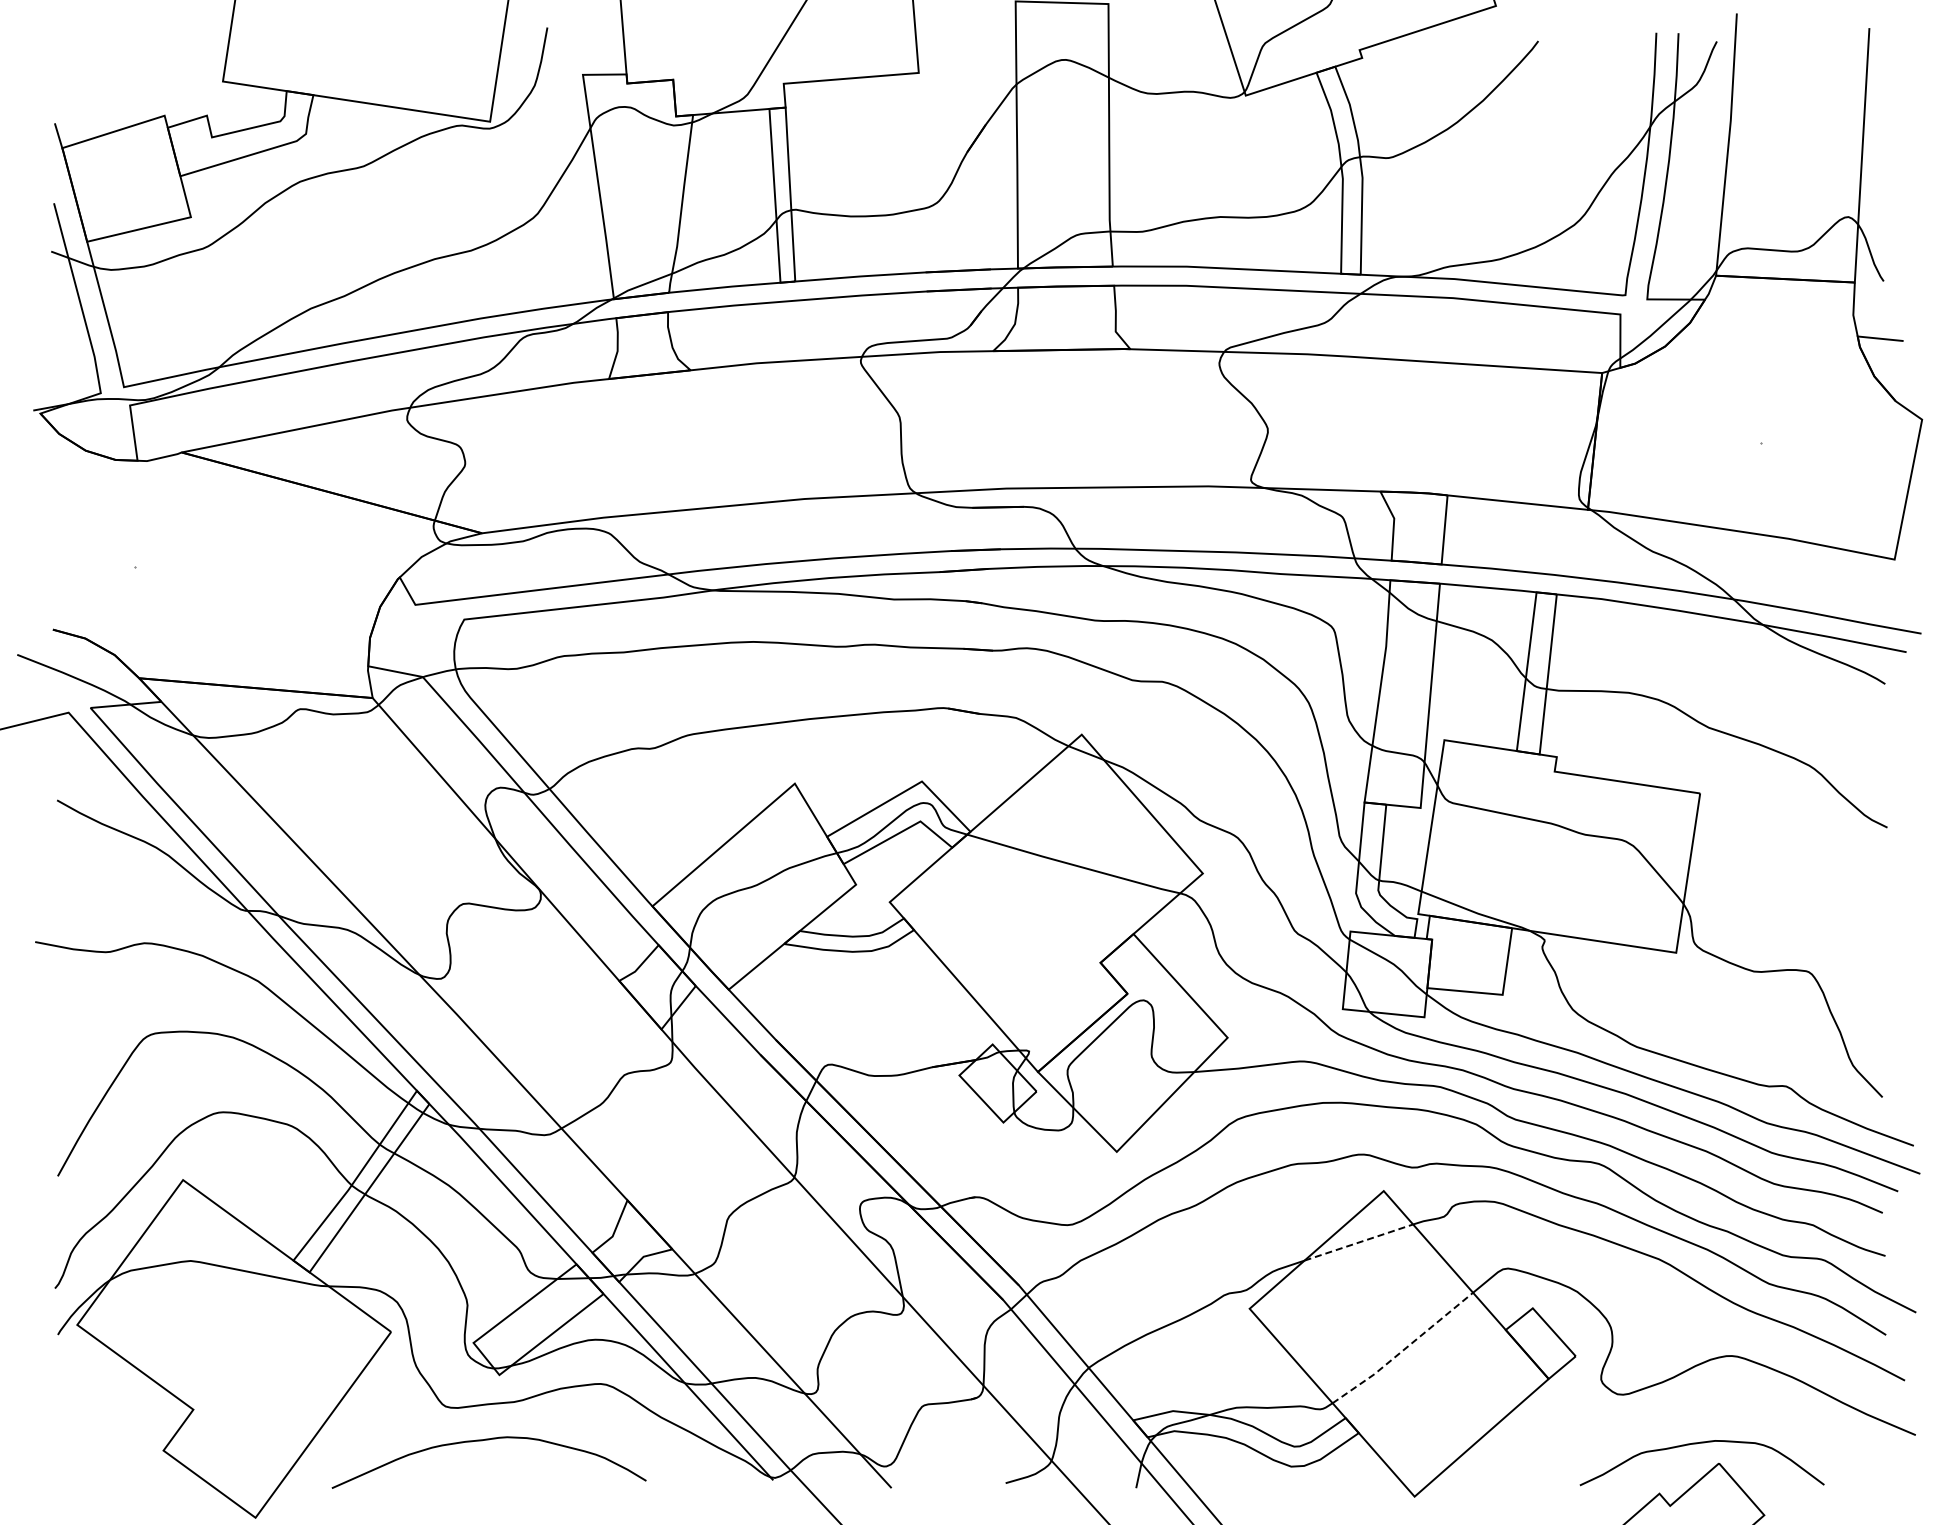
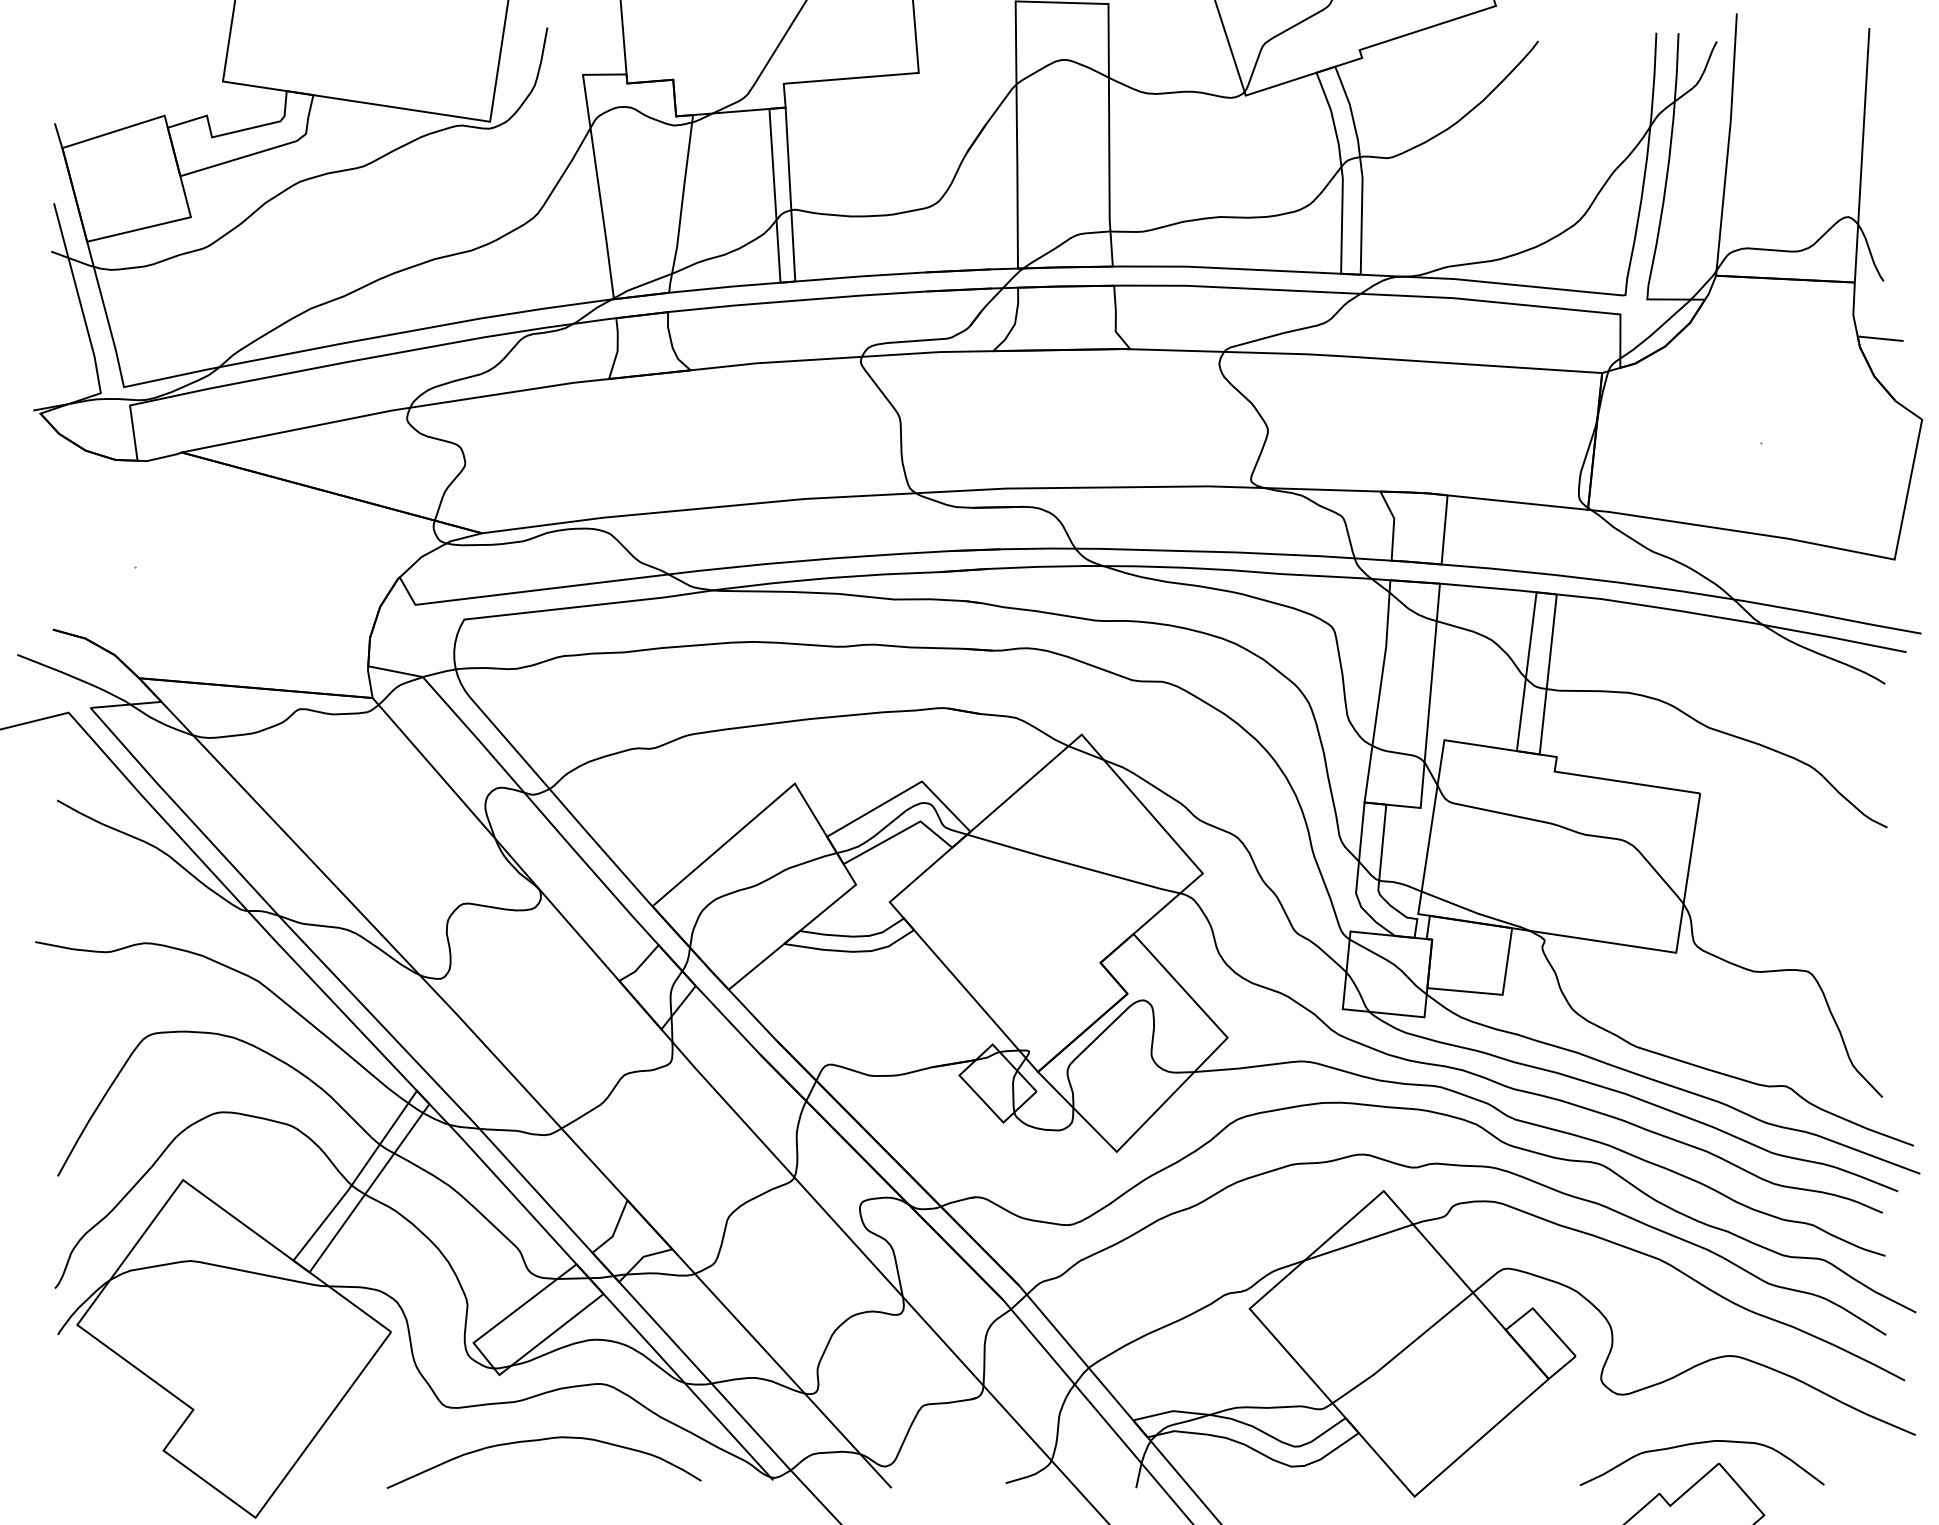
line at (1359, 1242): dashed -> solid
line at (1404, 1349): dashed -> solid
curve at (482, 1441) position: (482, 1441) -> (537, 1441)
